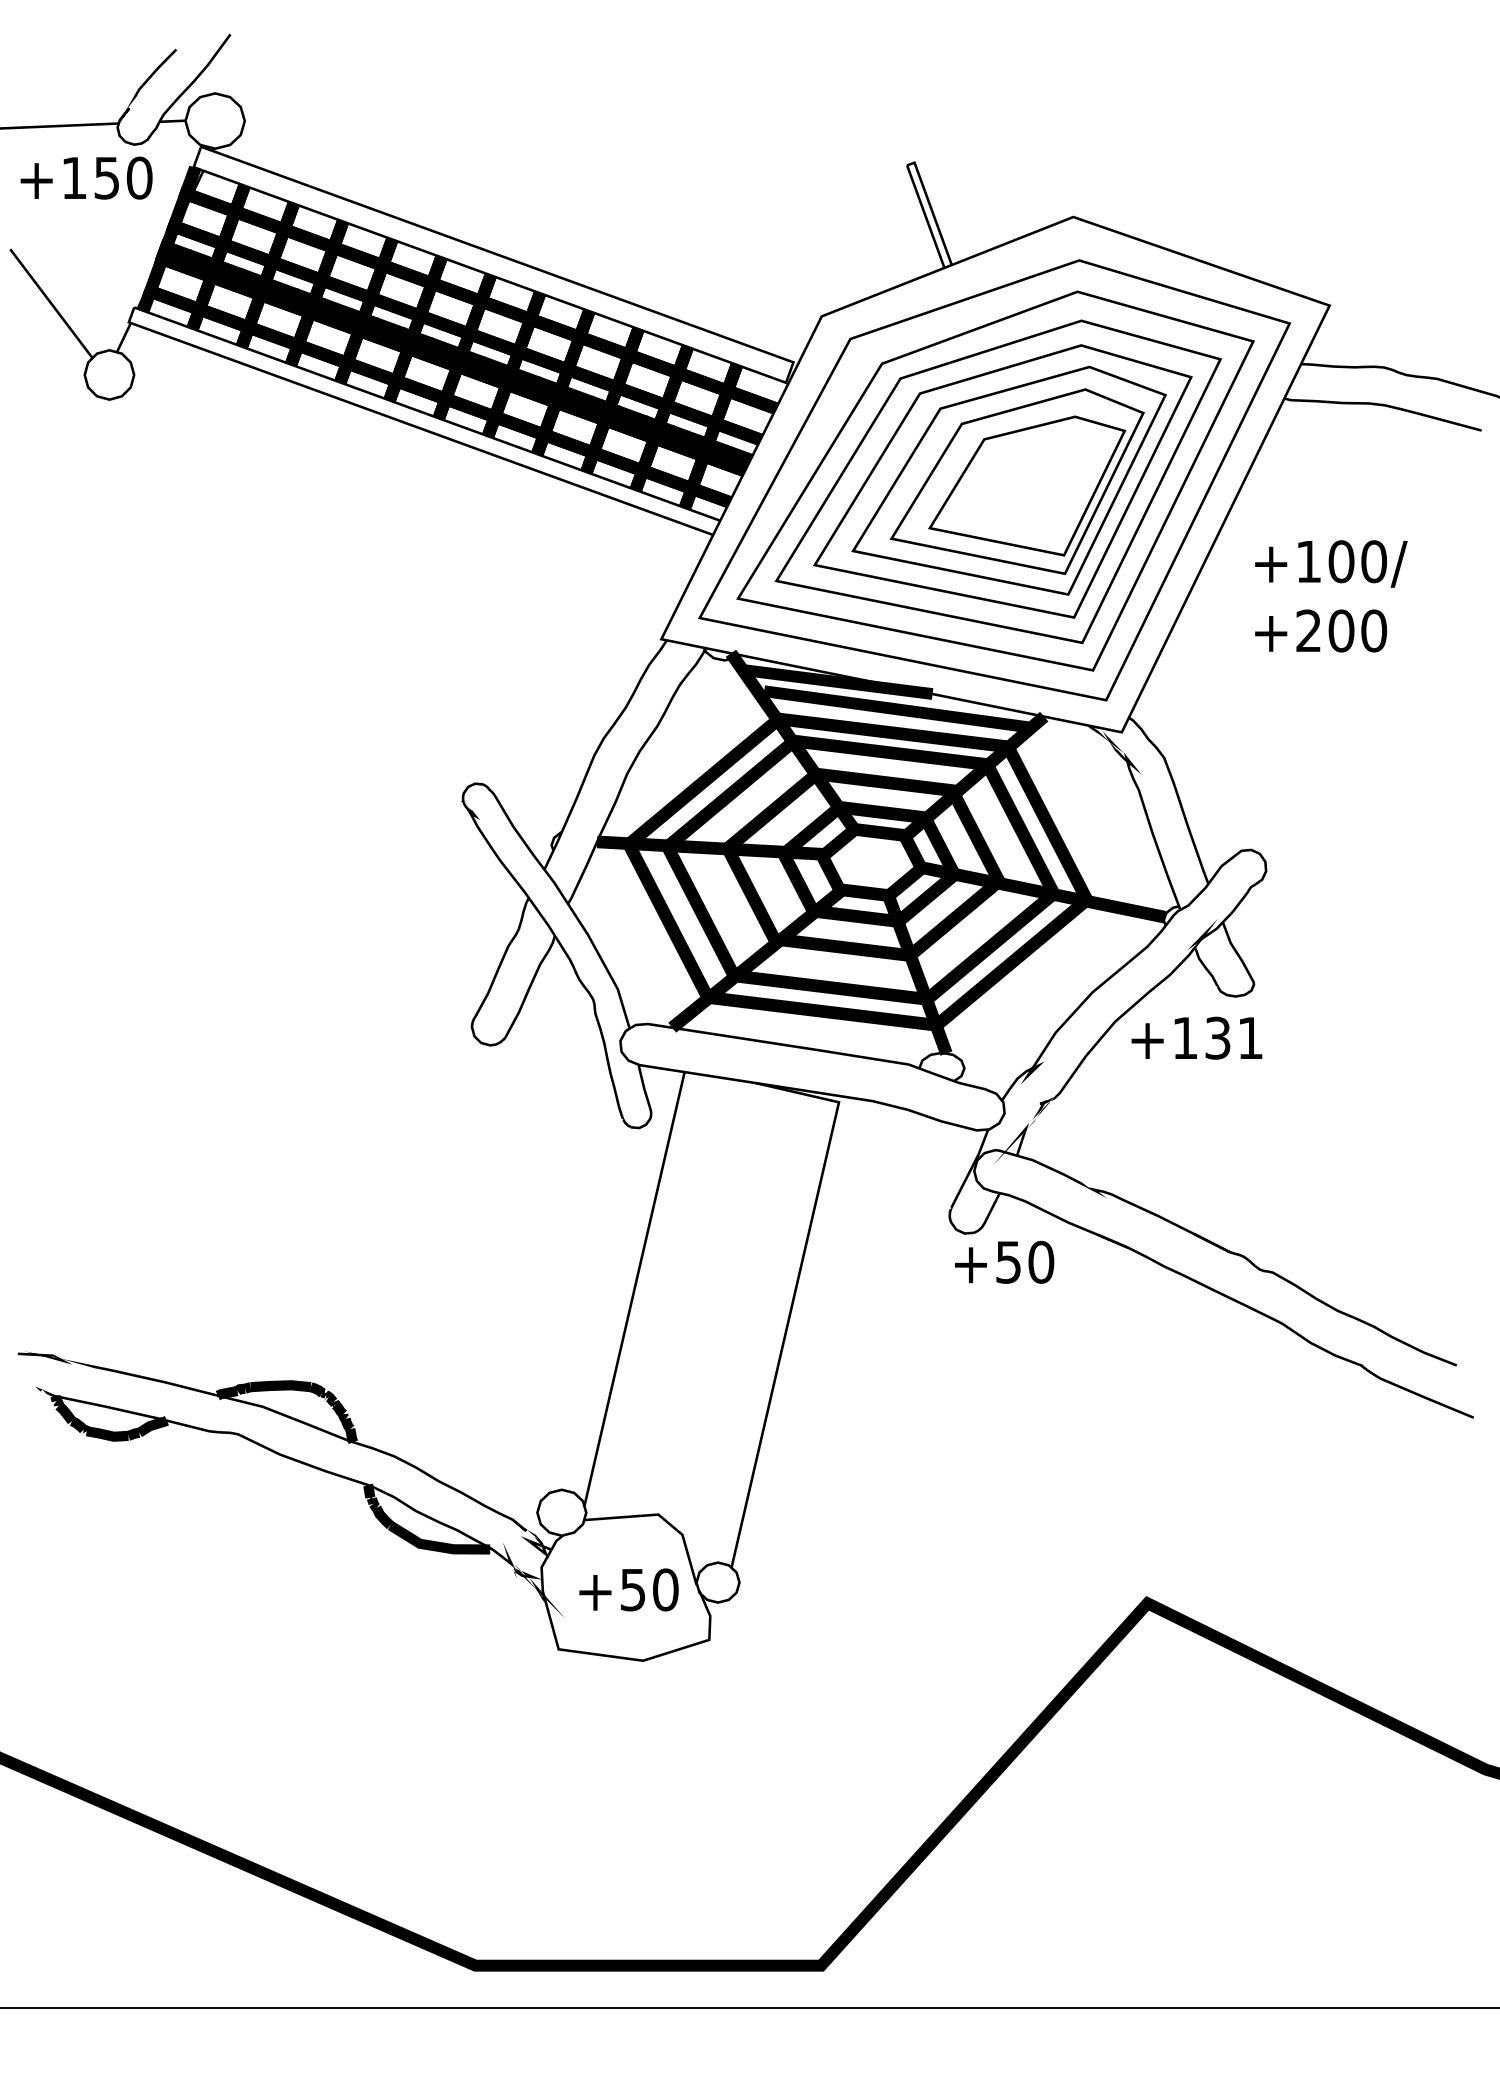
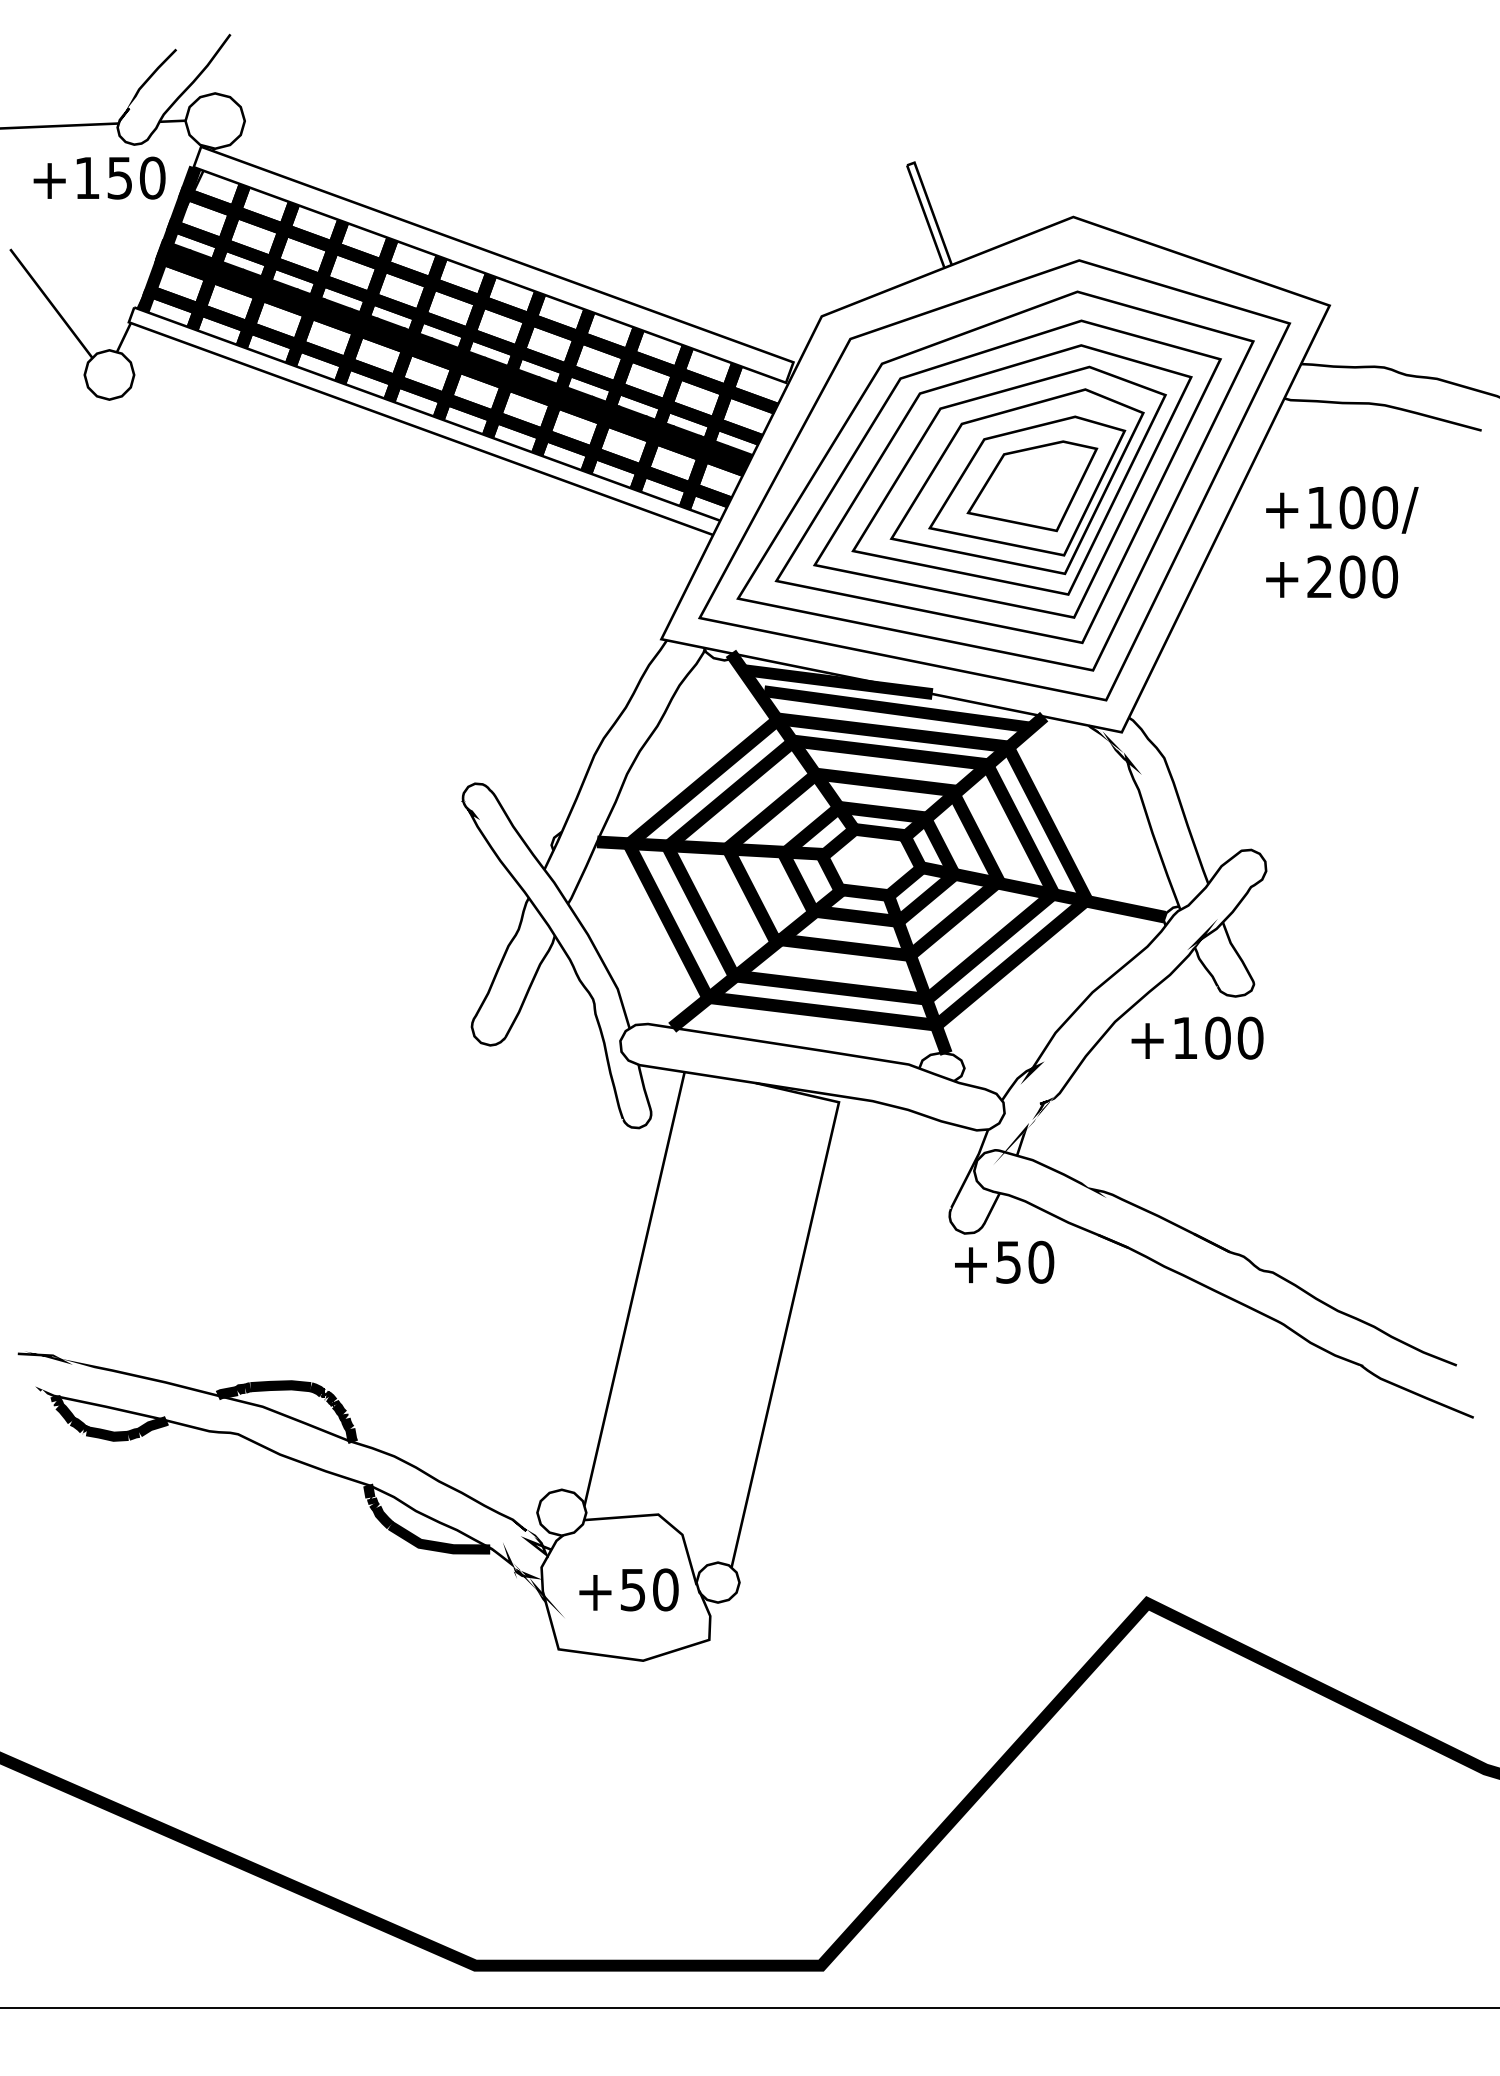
text at (86, 177) position: (86, 177) -> (99, 177)
part at (1032, 486): none -> present
text at (1331, 596) position: (1331, 596) -> (1342, 542)
text at (1234, 1037): +131 -> +100
